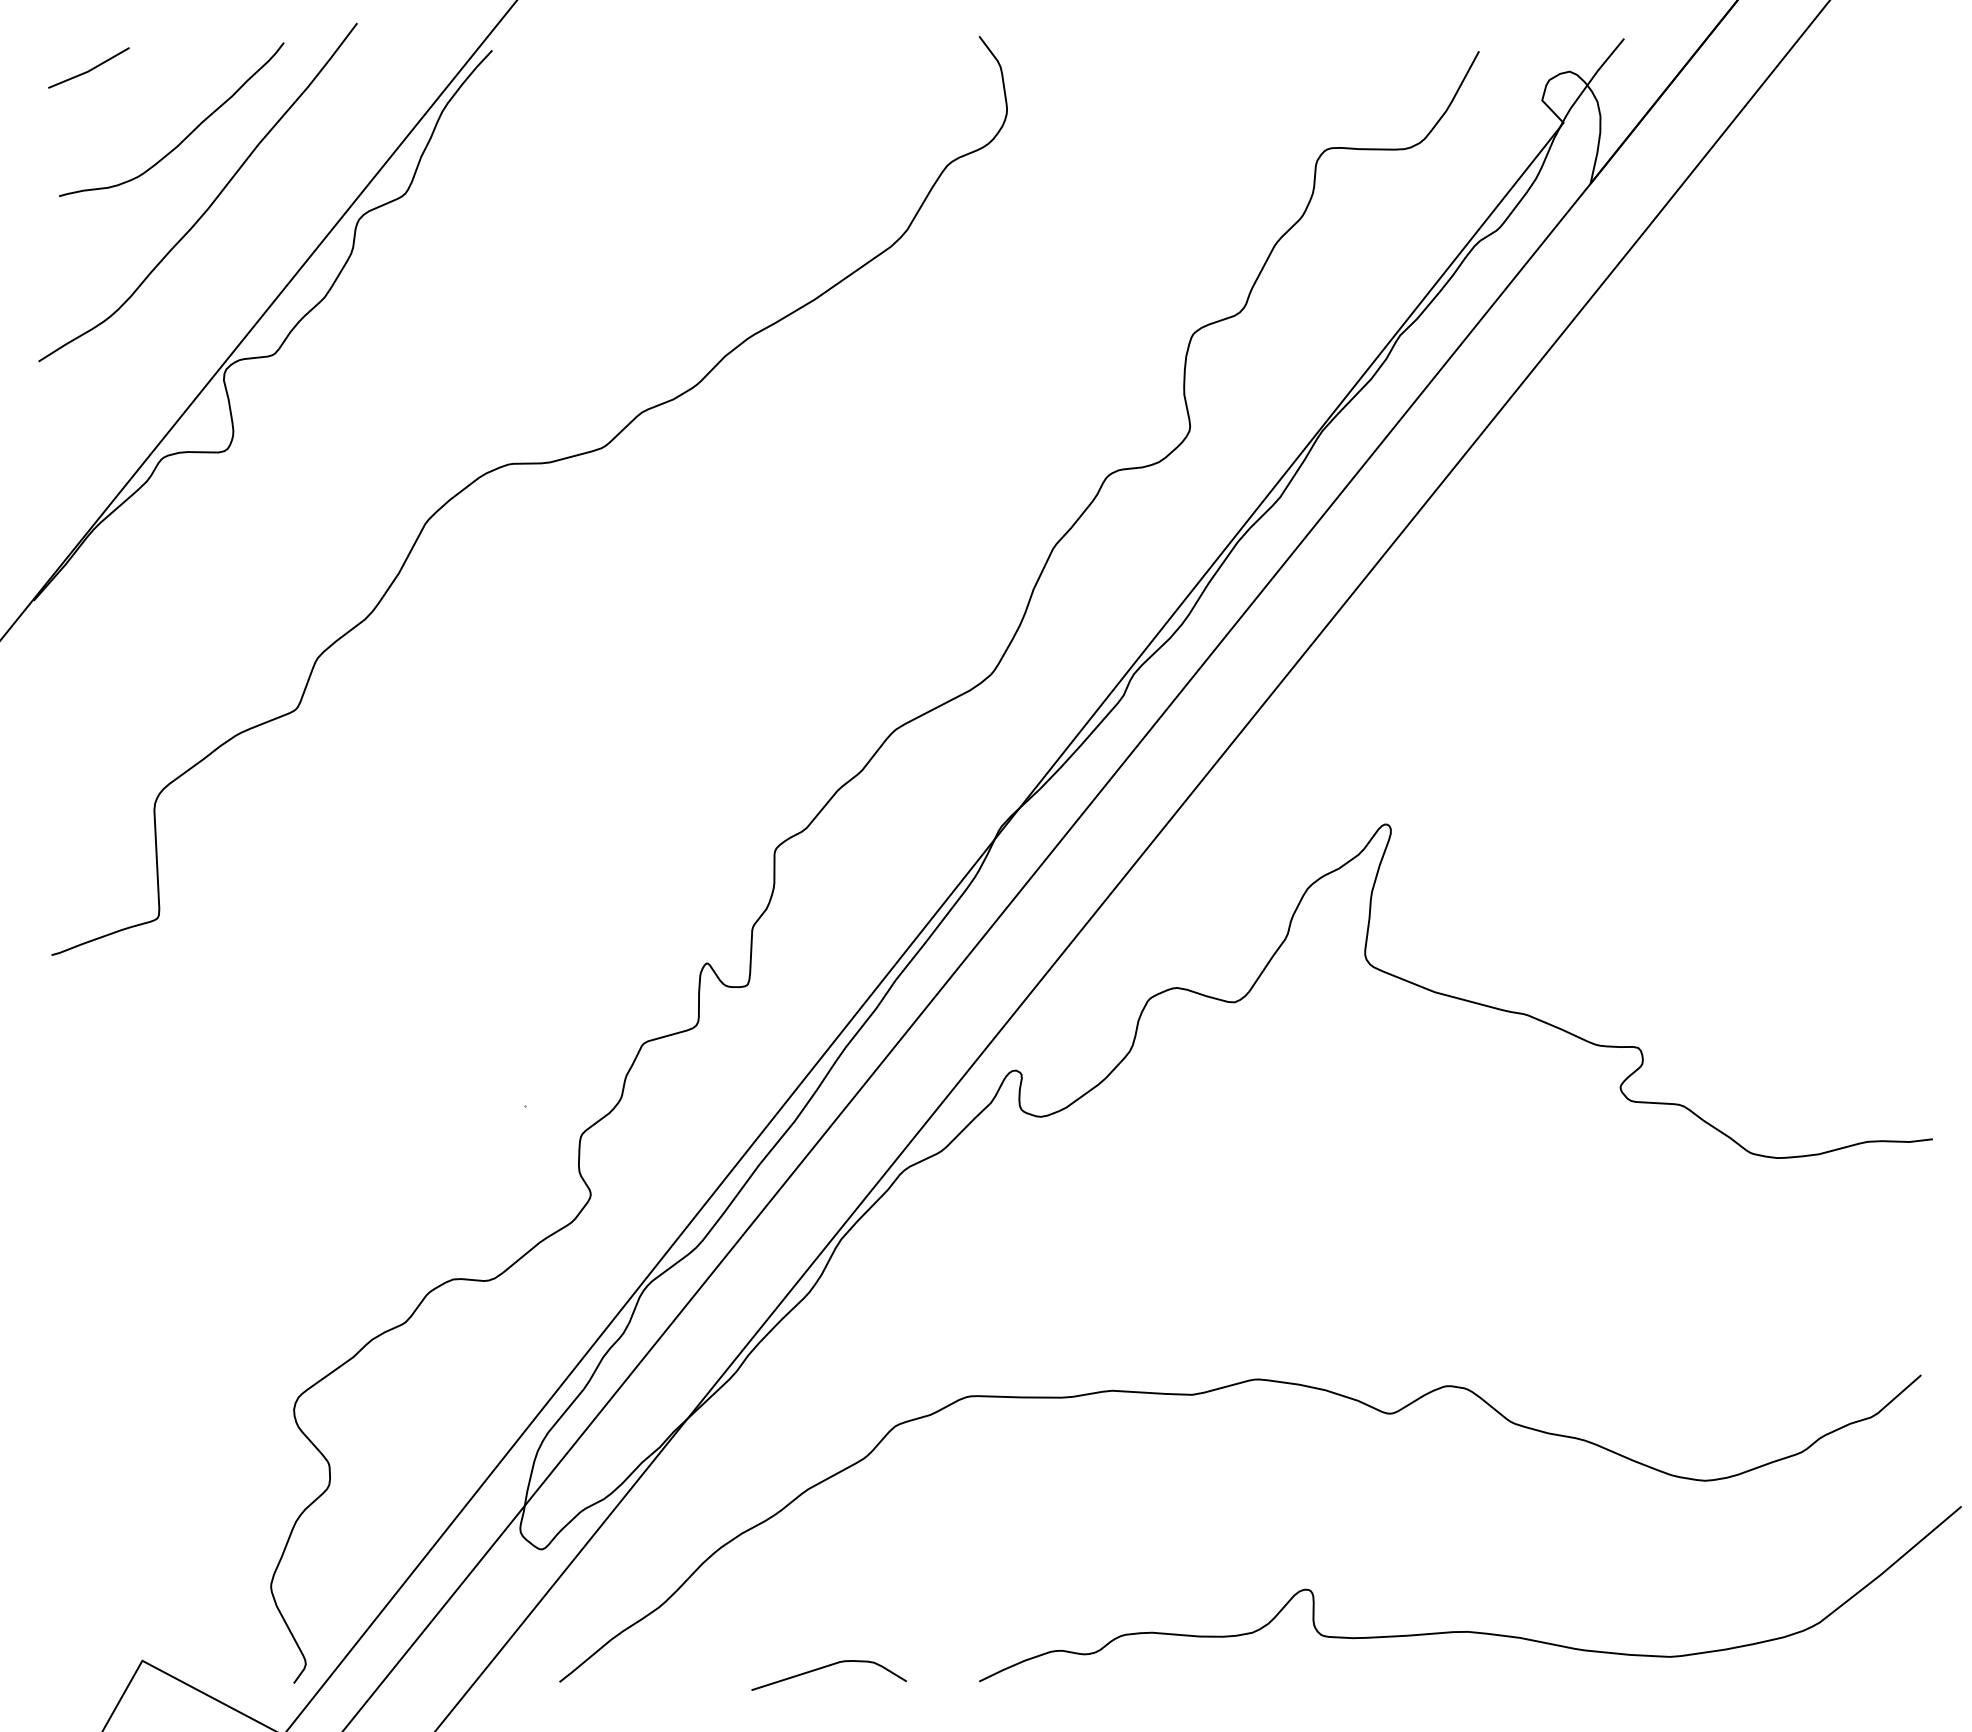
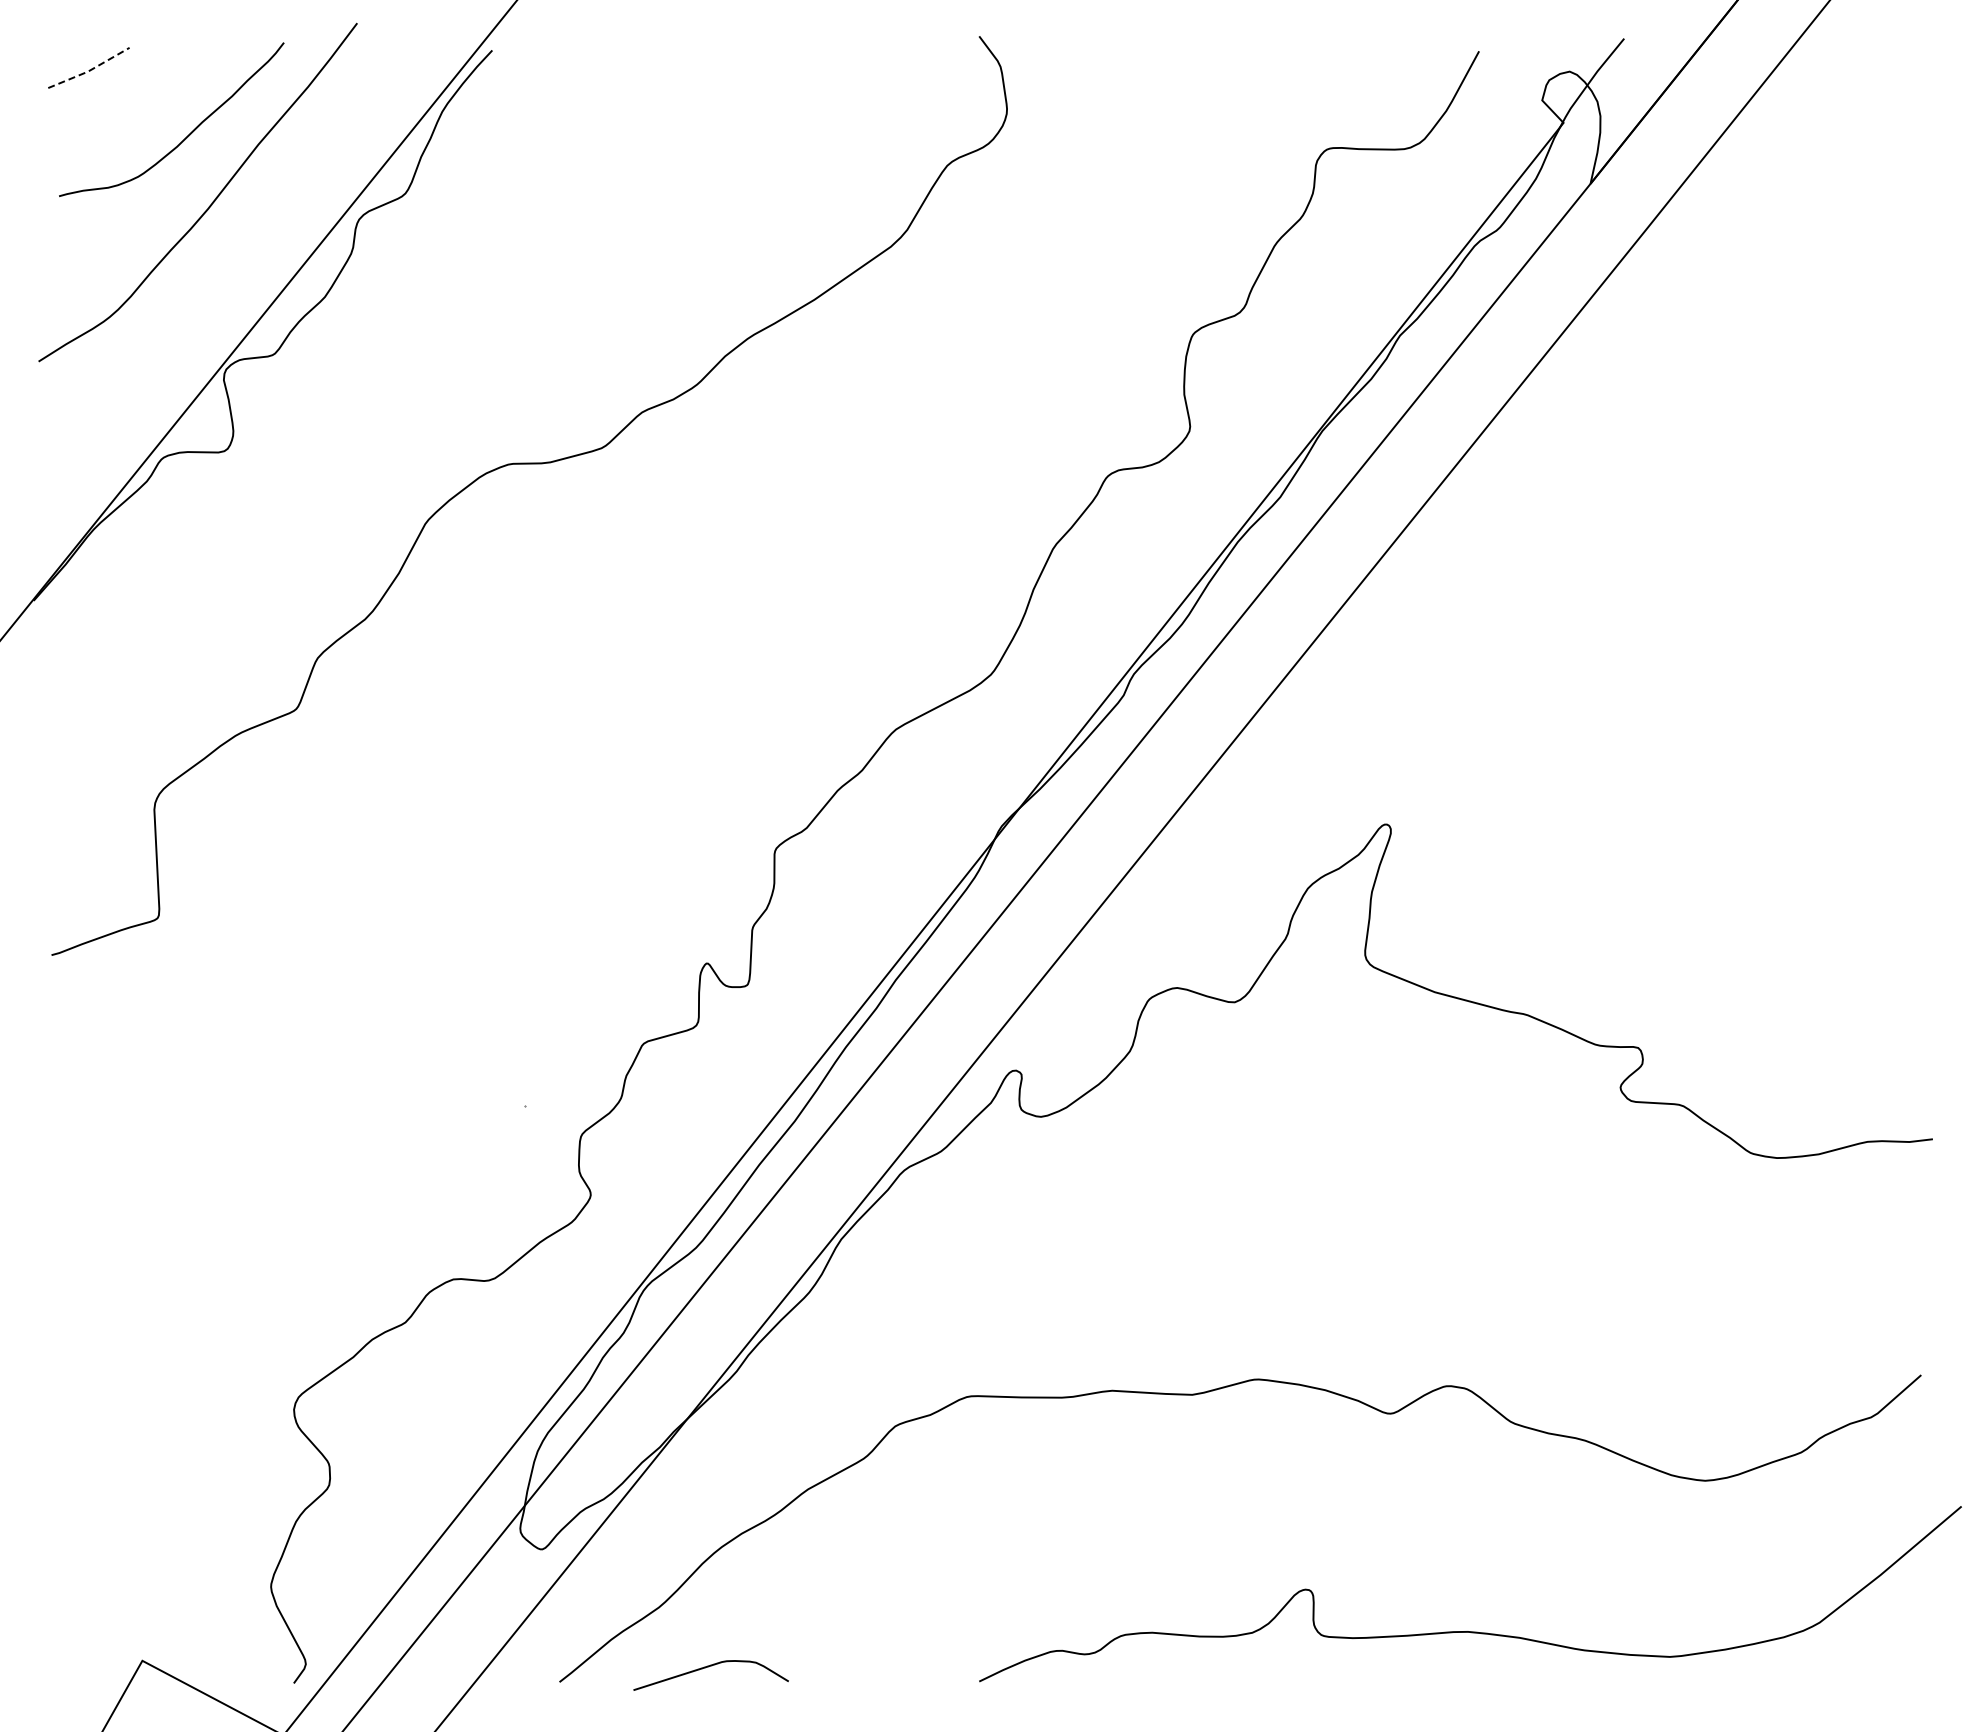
line at (90, 70): solid -> dashed
curve at (826, 1667) position: (826, 1667) -> (708, 1667)
